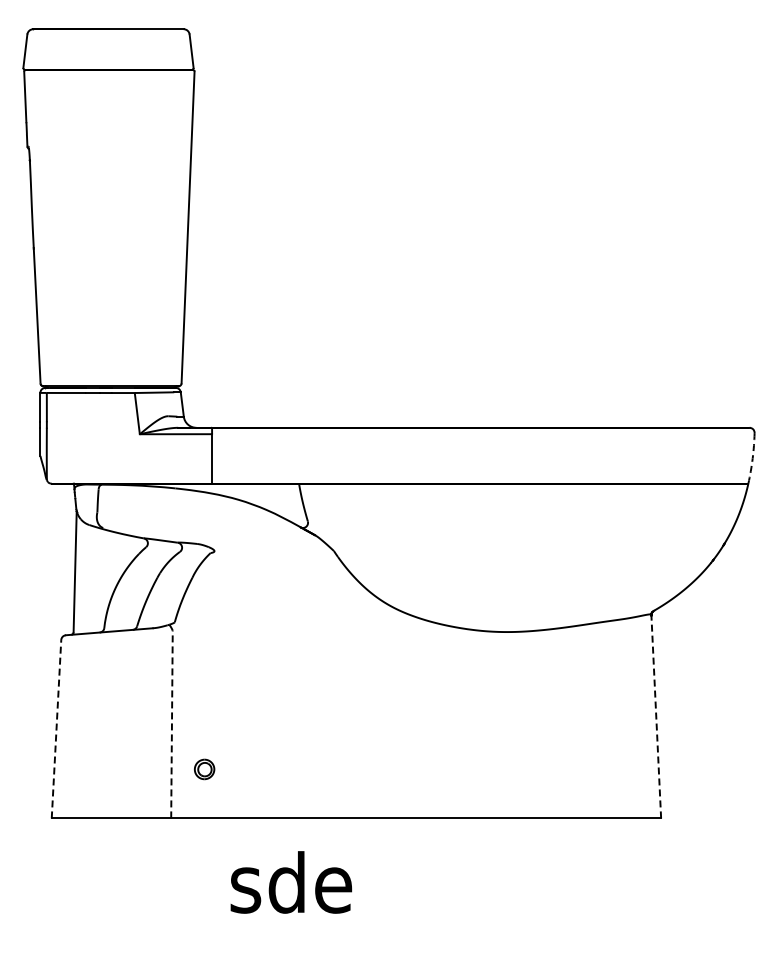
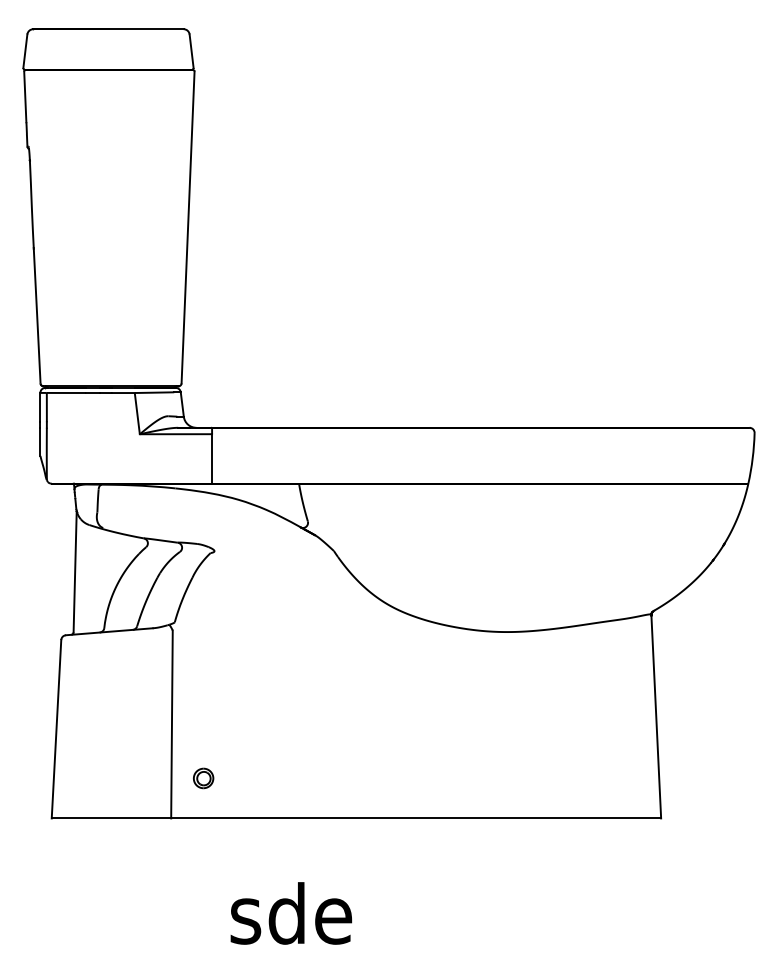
arc at (752, 458): dashed -> solid
line at (656, 716): dashed -> solid
line at (171, 724): dashed -> solid
line at (56, 728): dashed -> solid
part at (204, 769) position: (204, 769) -> (203, 778)
text at (290, 882) position: (290, 882) -> (290, 913)
